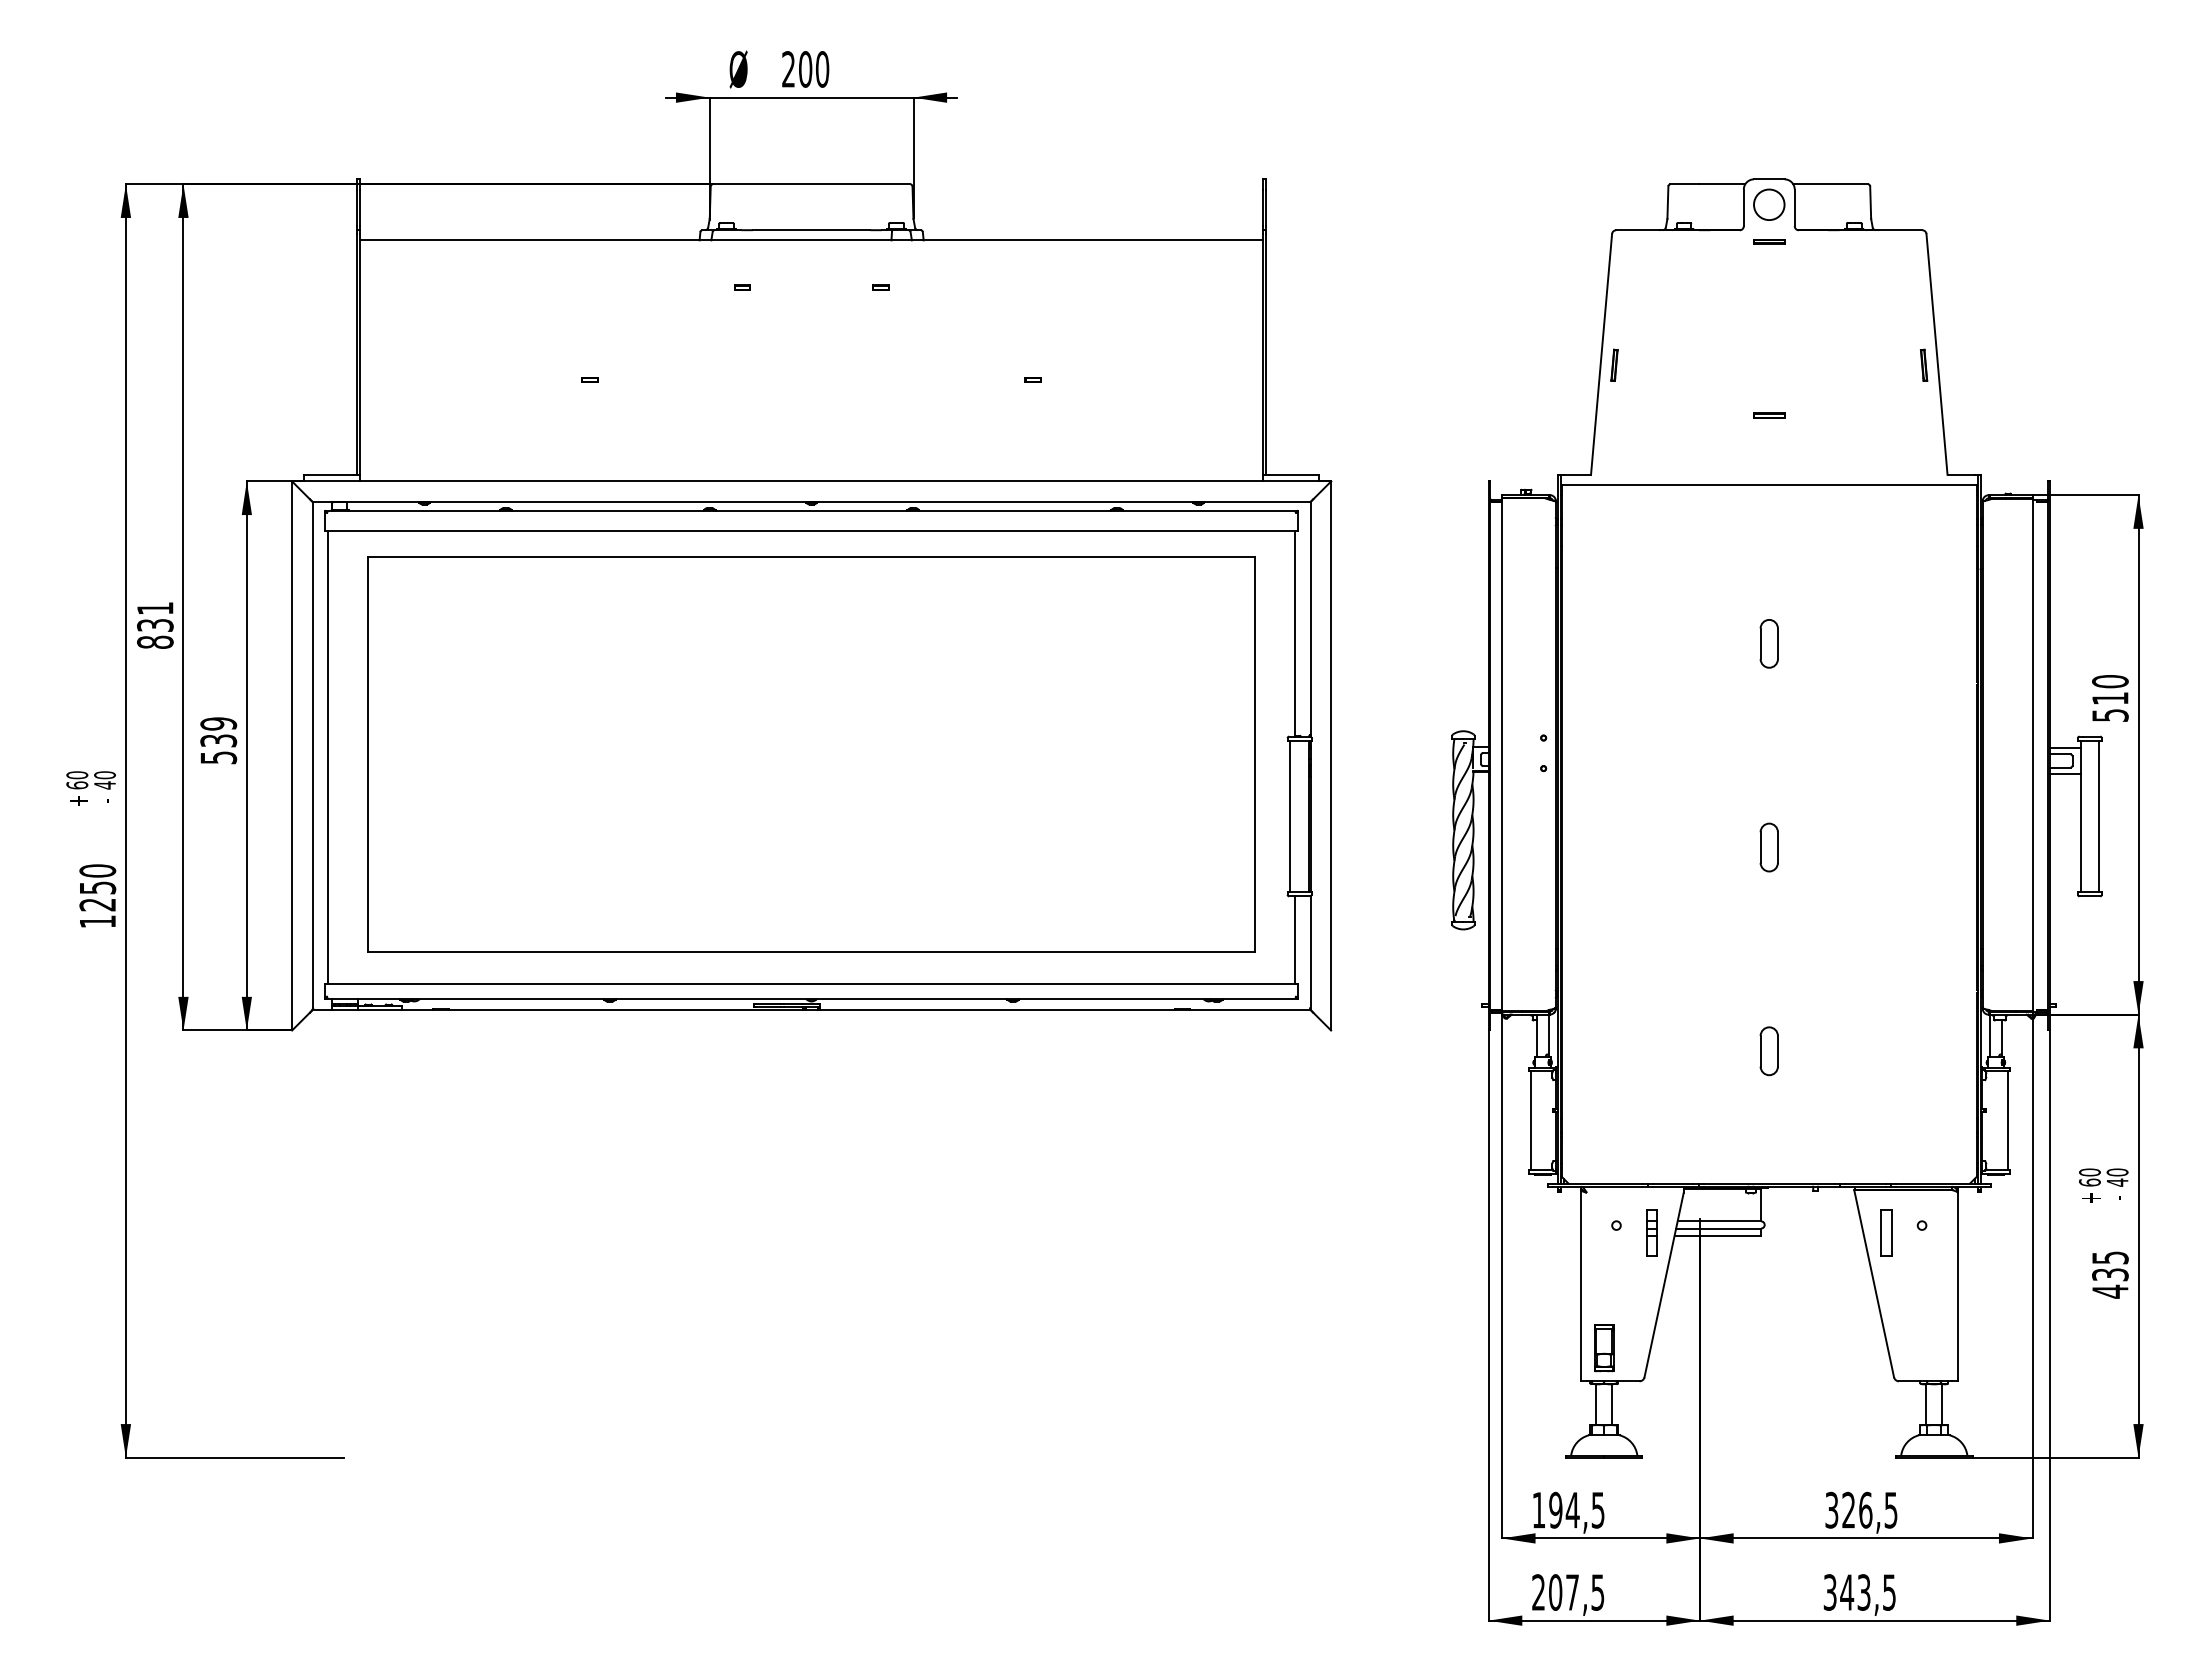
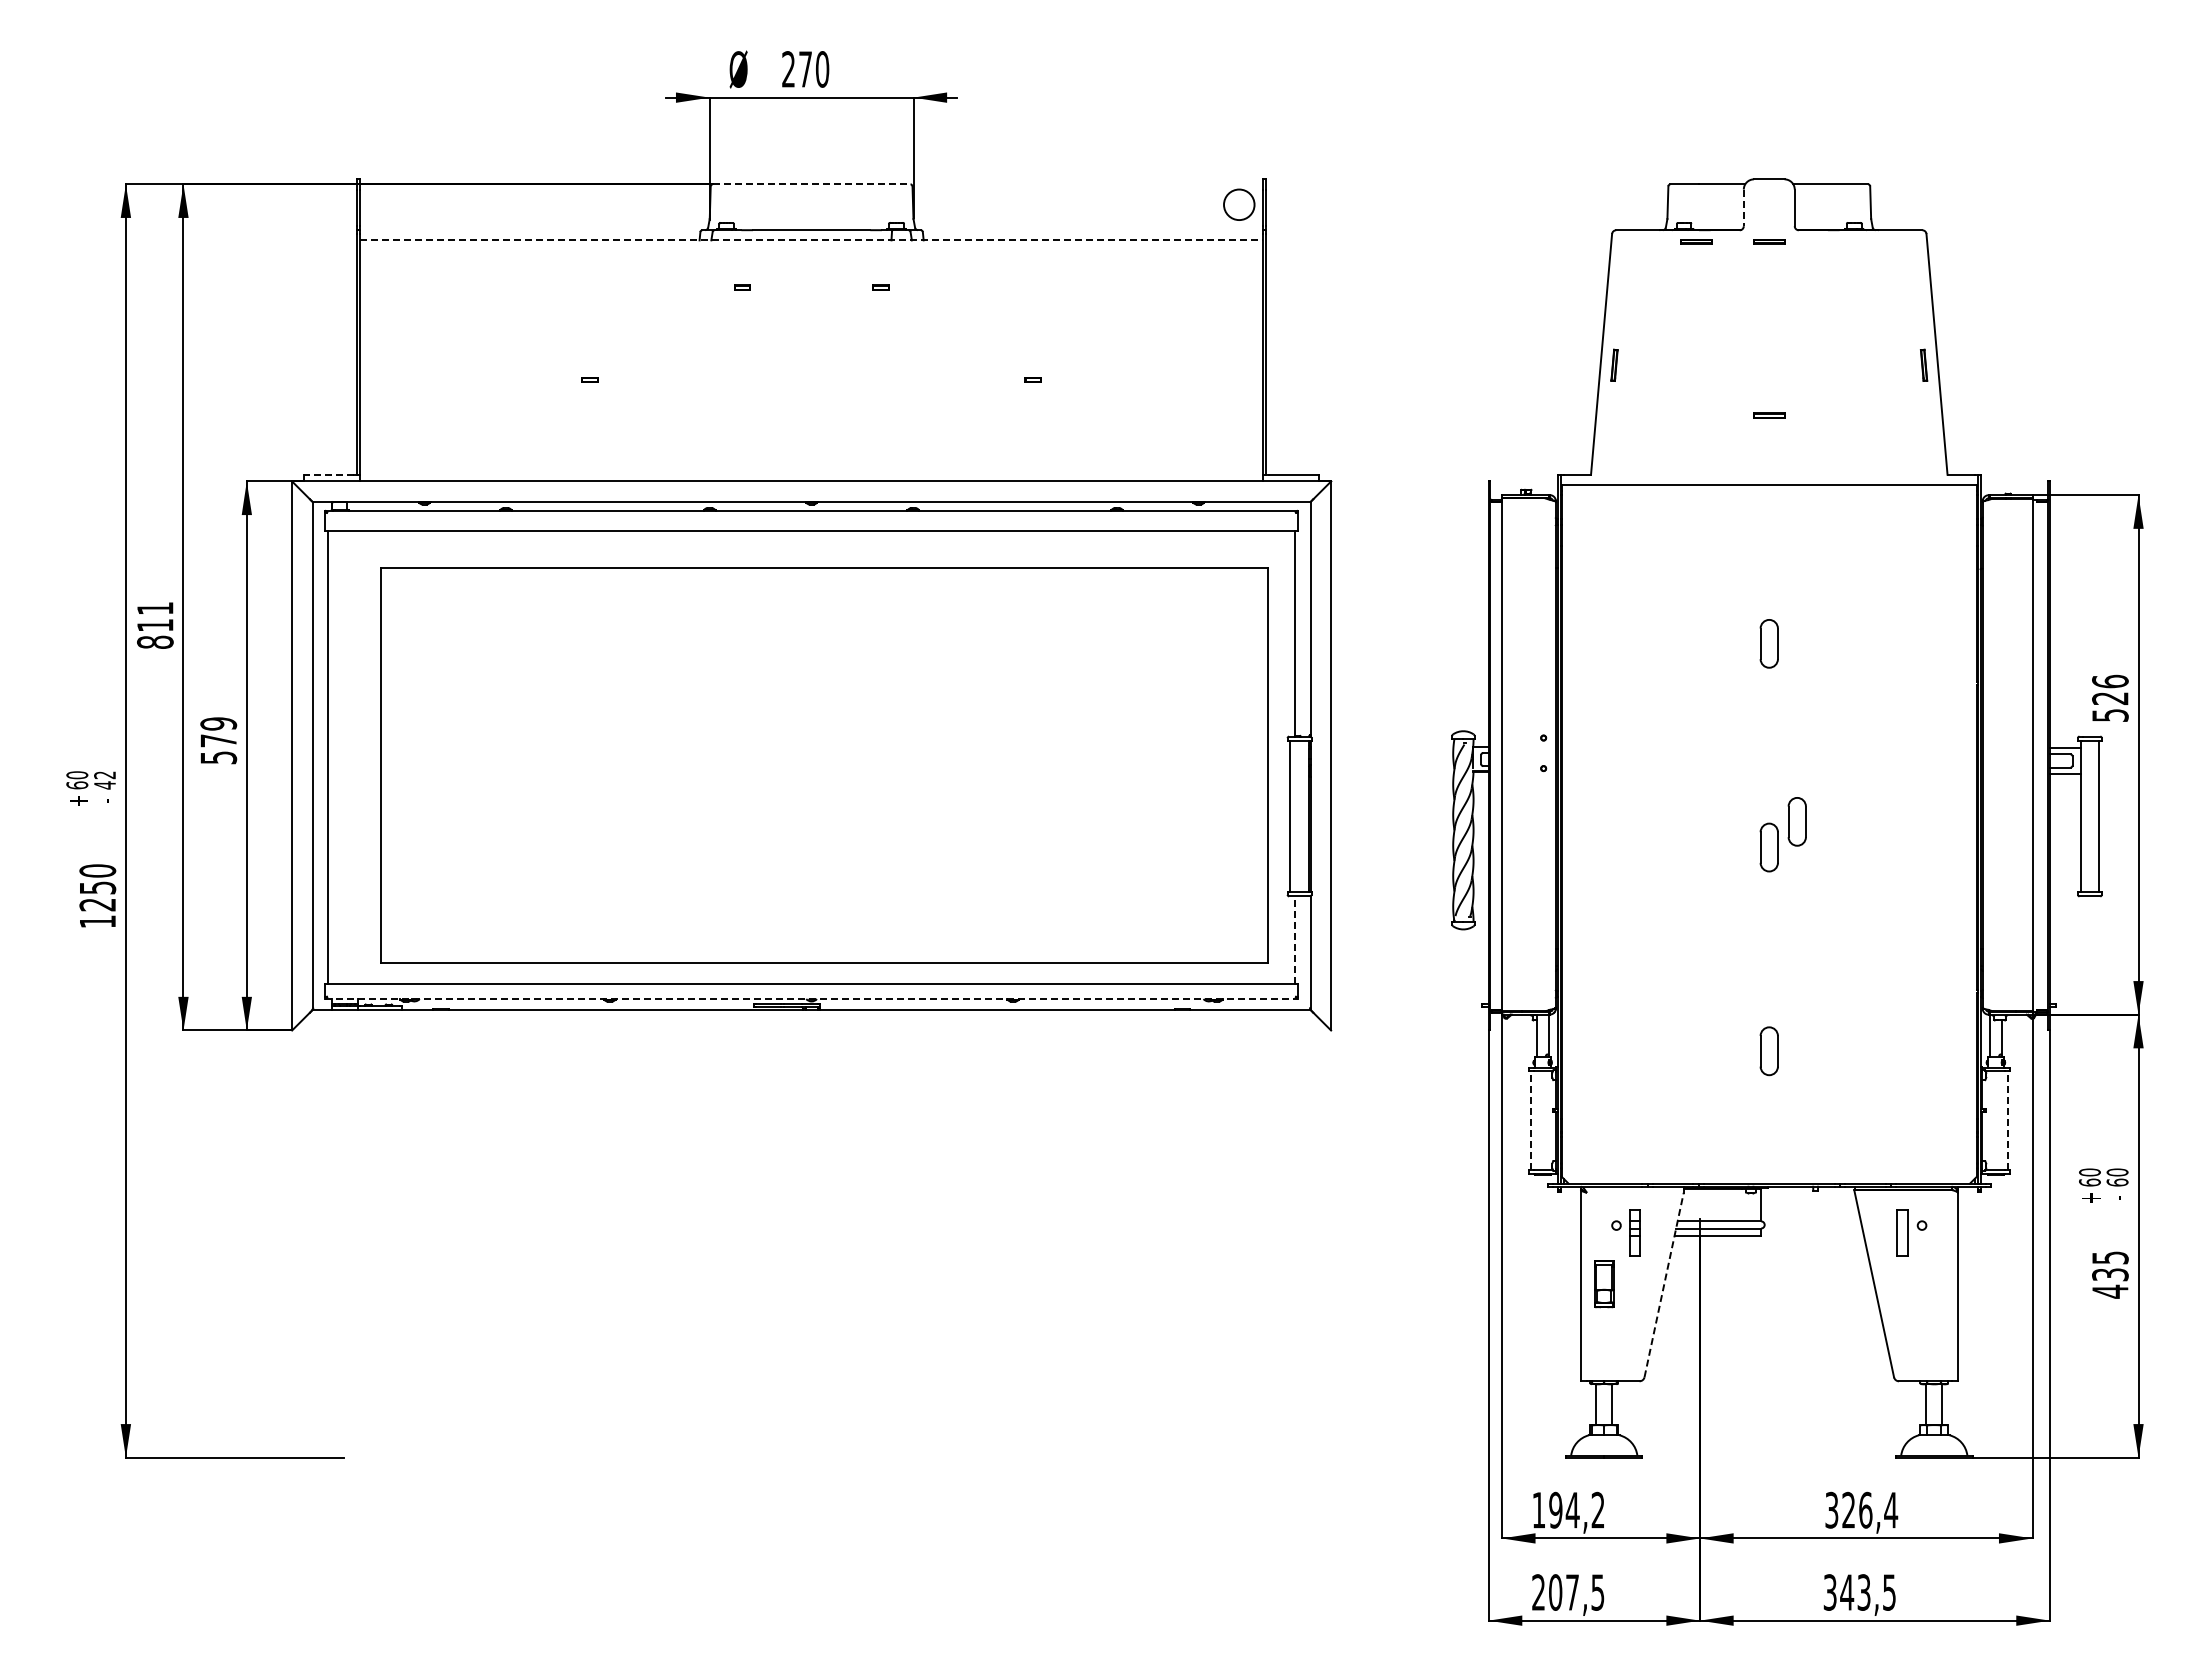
text at (805, 69): 200 -> 270
line at (811, 184): solid -> dashed
circle at (1769, 204) position: (1769, 204) -> (1239, 204)
line at (1743, 208): solid -> dashed
line at (812, 240): solid -> dashed
part at (1696, 241): none -> present
line at (329, 474): solid -> dashed
text at (155, 625): 831 -> 811
text at (2110, 689): 510 -> 526
text at (218, 740): 539 -> 579
part at (811, 754) position: (811, 754) -> (824, 765)
text at (104, 775): 40 -> 42
part at (1796, 821): none -> present
line at (1295, 940): solid -> dashed
line at (812, 999): solid -> dashed
line at (1530, 1120): solid -> dashed
line at (2007, 1120): solid -> dashed
text at (2117, 1182): 40 -> 60
part at (1651, 1232) position: (1651, 1232) -> (1634, 1232)
part at (1886, 1232) position: (1886, 1232) -> (1902, 1232)
line at (1664, 1284): solid -> dashed
part at (1604, 1348) position: (1604, 1348) -> (1604, 1284)
text at (1597, 1509): 194,5 -> 194,2
text at (1891, 1510): 326,5 -> 326,4
